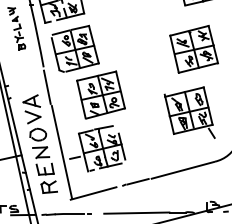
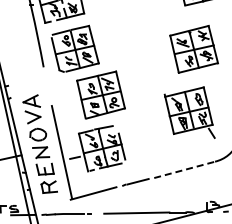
part at (16, 28): present -> none
line at (47, 86): present -> none
line at (182, 170): solid -> dashed
